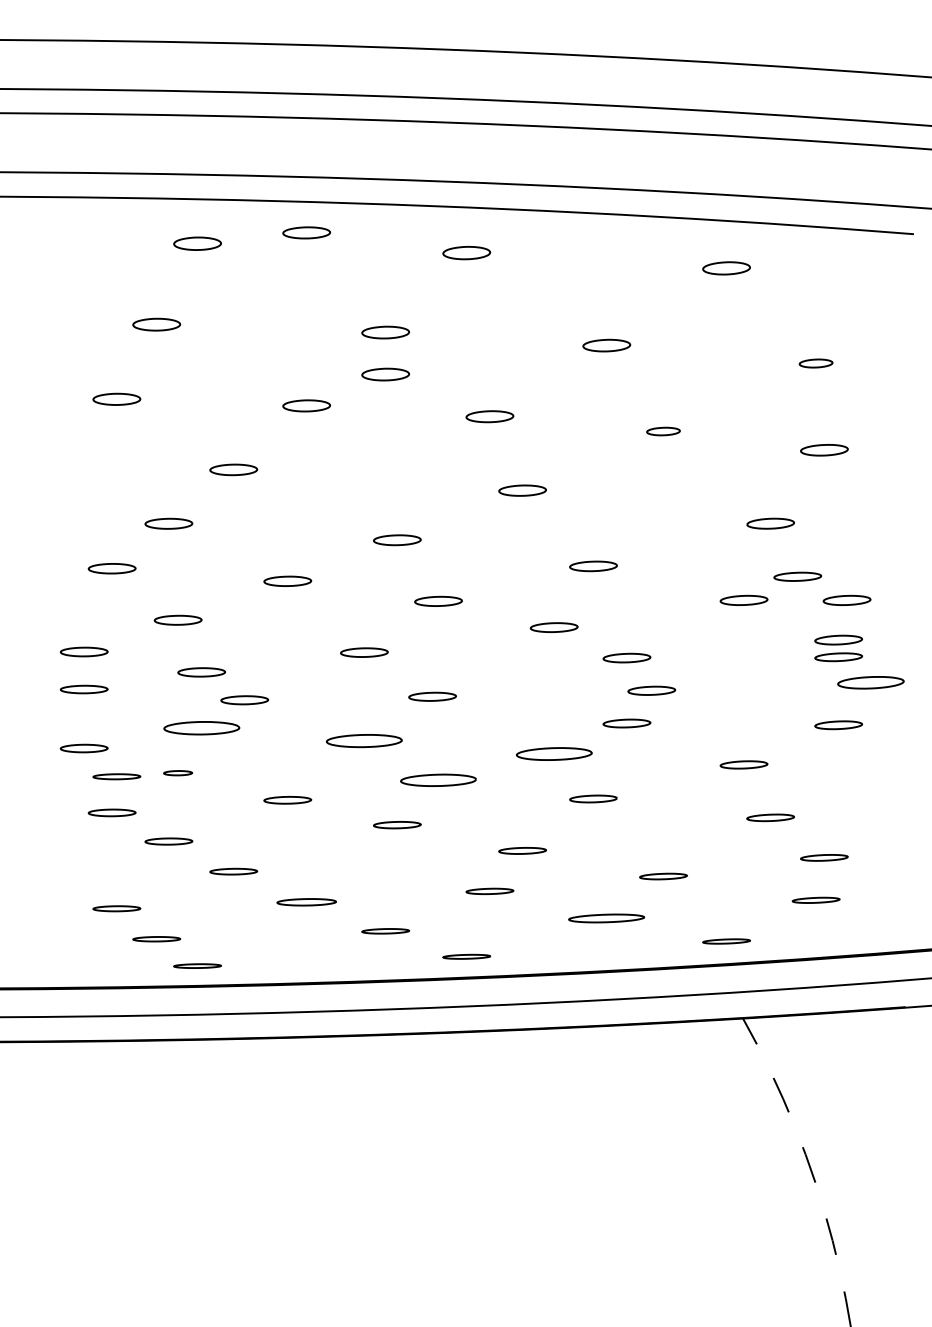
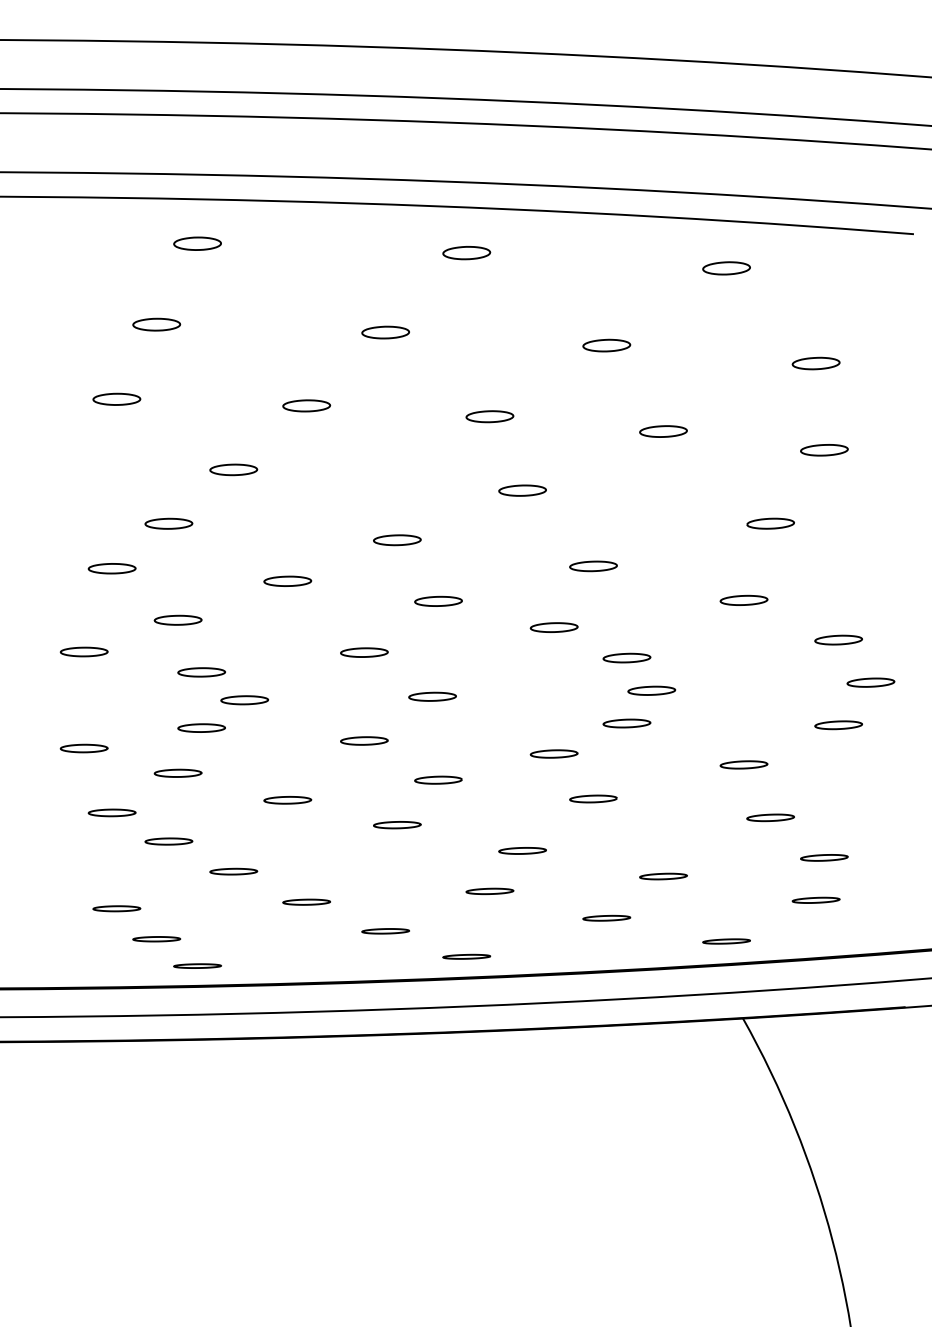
part at (306, 232): present -> none
part at (815, 363) size: 36x11 px -> 50x15 px
part at (385, 374): present -> none
part at (663, 431) size: 35x11 px -> 49x13 px
part at (797, 576): present -> none
part at (846, 599): present -> none
part at (838, 657): present -> none
part at (870, 682) size: 68x14 px -> 50x11 px
part at (83, 689): present -> none
part at (201, 728) size: 78x15 px -> 49x10 px
part at (363, 741) size: 78x15 px -> 49x10 px
part at (554, 753) size: 77x14 px -> 50x10 px
part at (178, 773) size: 31x7 px -> 50x10 px
part at (116, 776): present -> none
part at (438, 779) size: 77x14 px -> 49x10 px
part at (306, 902) size: 61x9 px -> 49x8 px
part at (606, 918) size: 78x11 px -> 50x8 px
arc at (809, 1166): dashed -> solid
